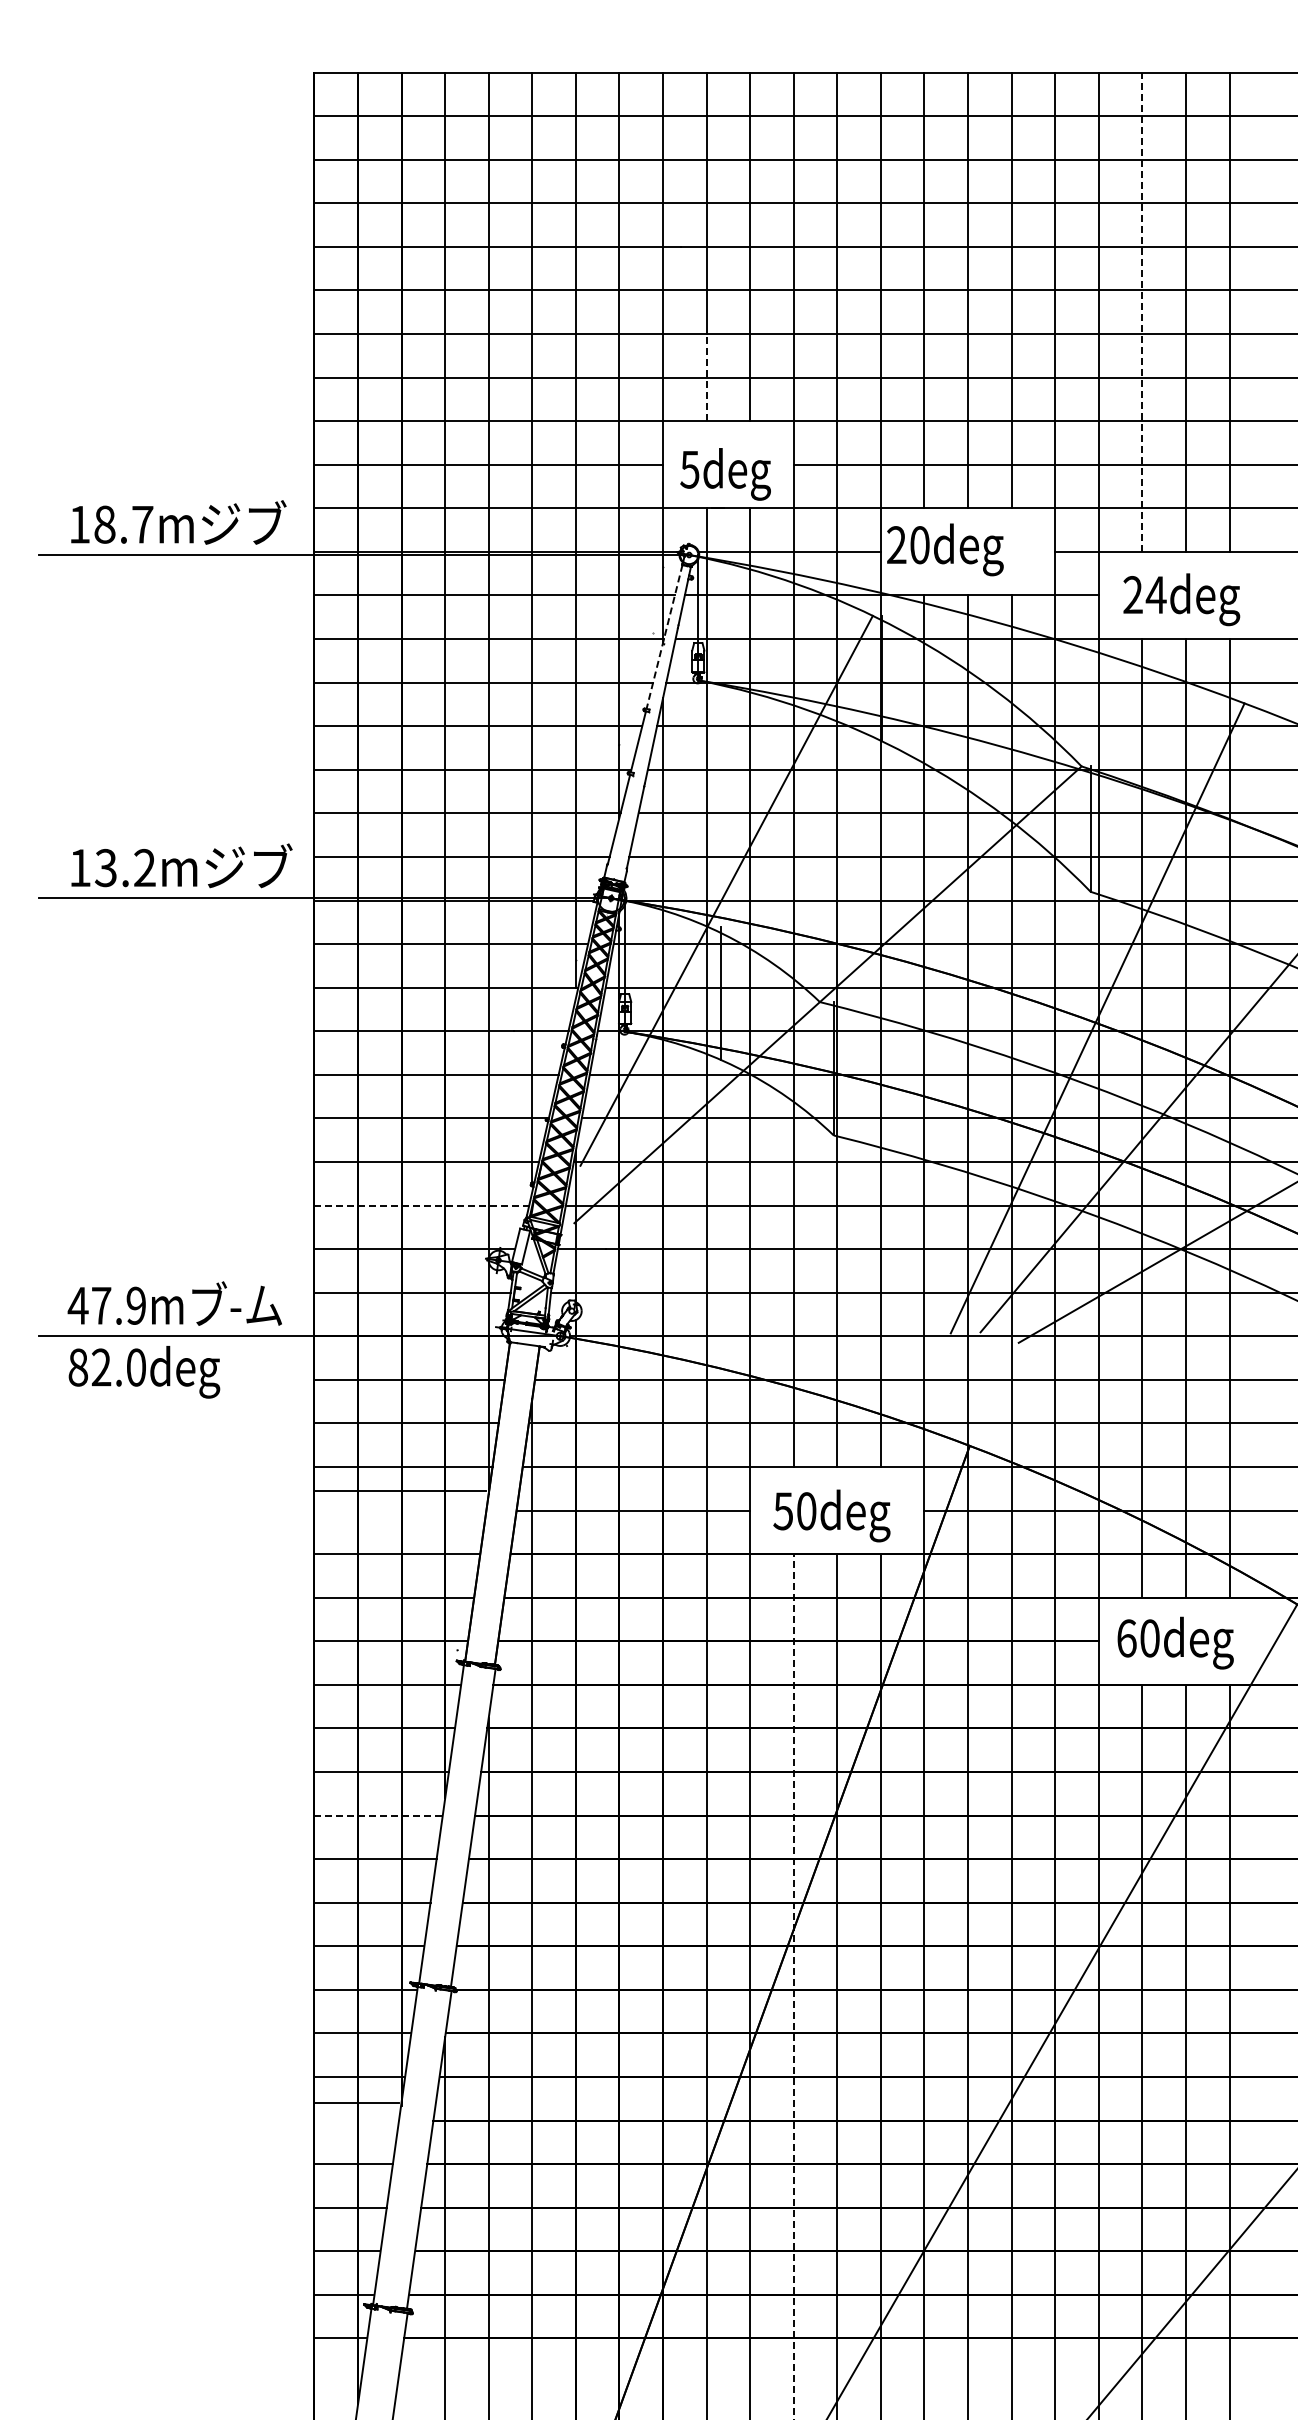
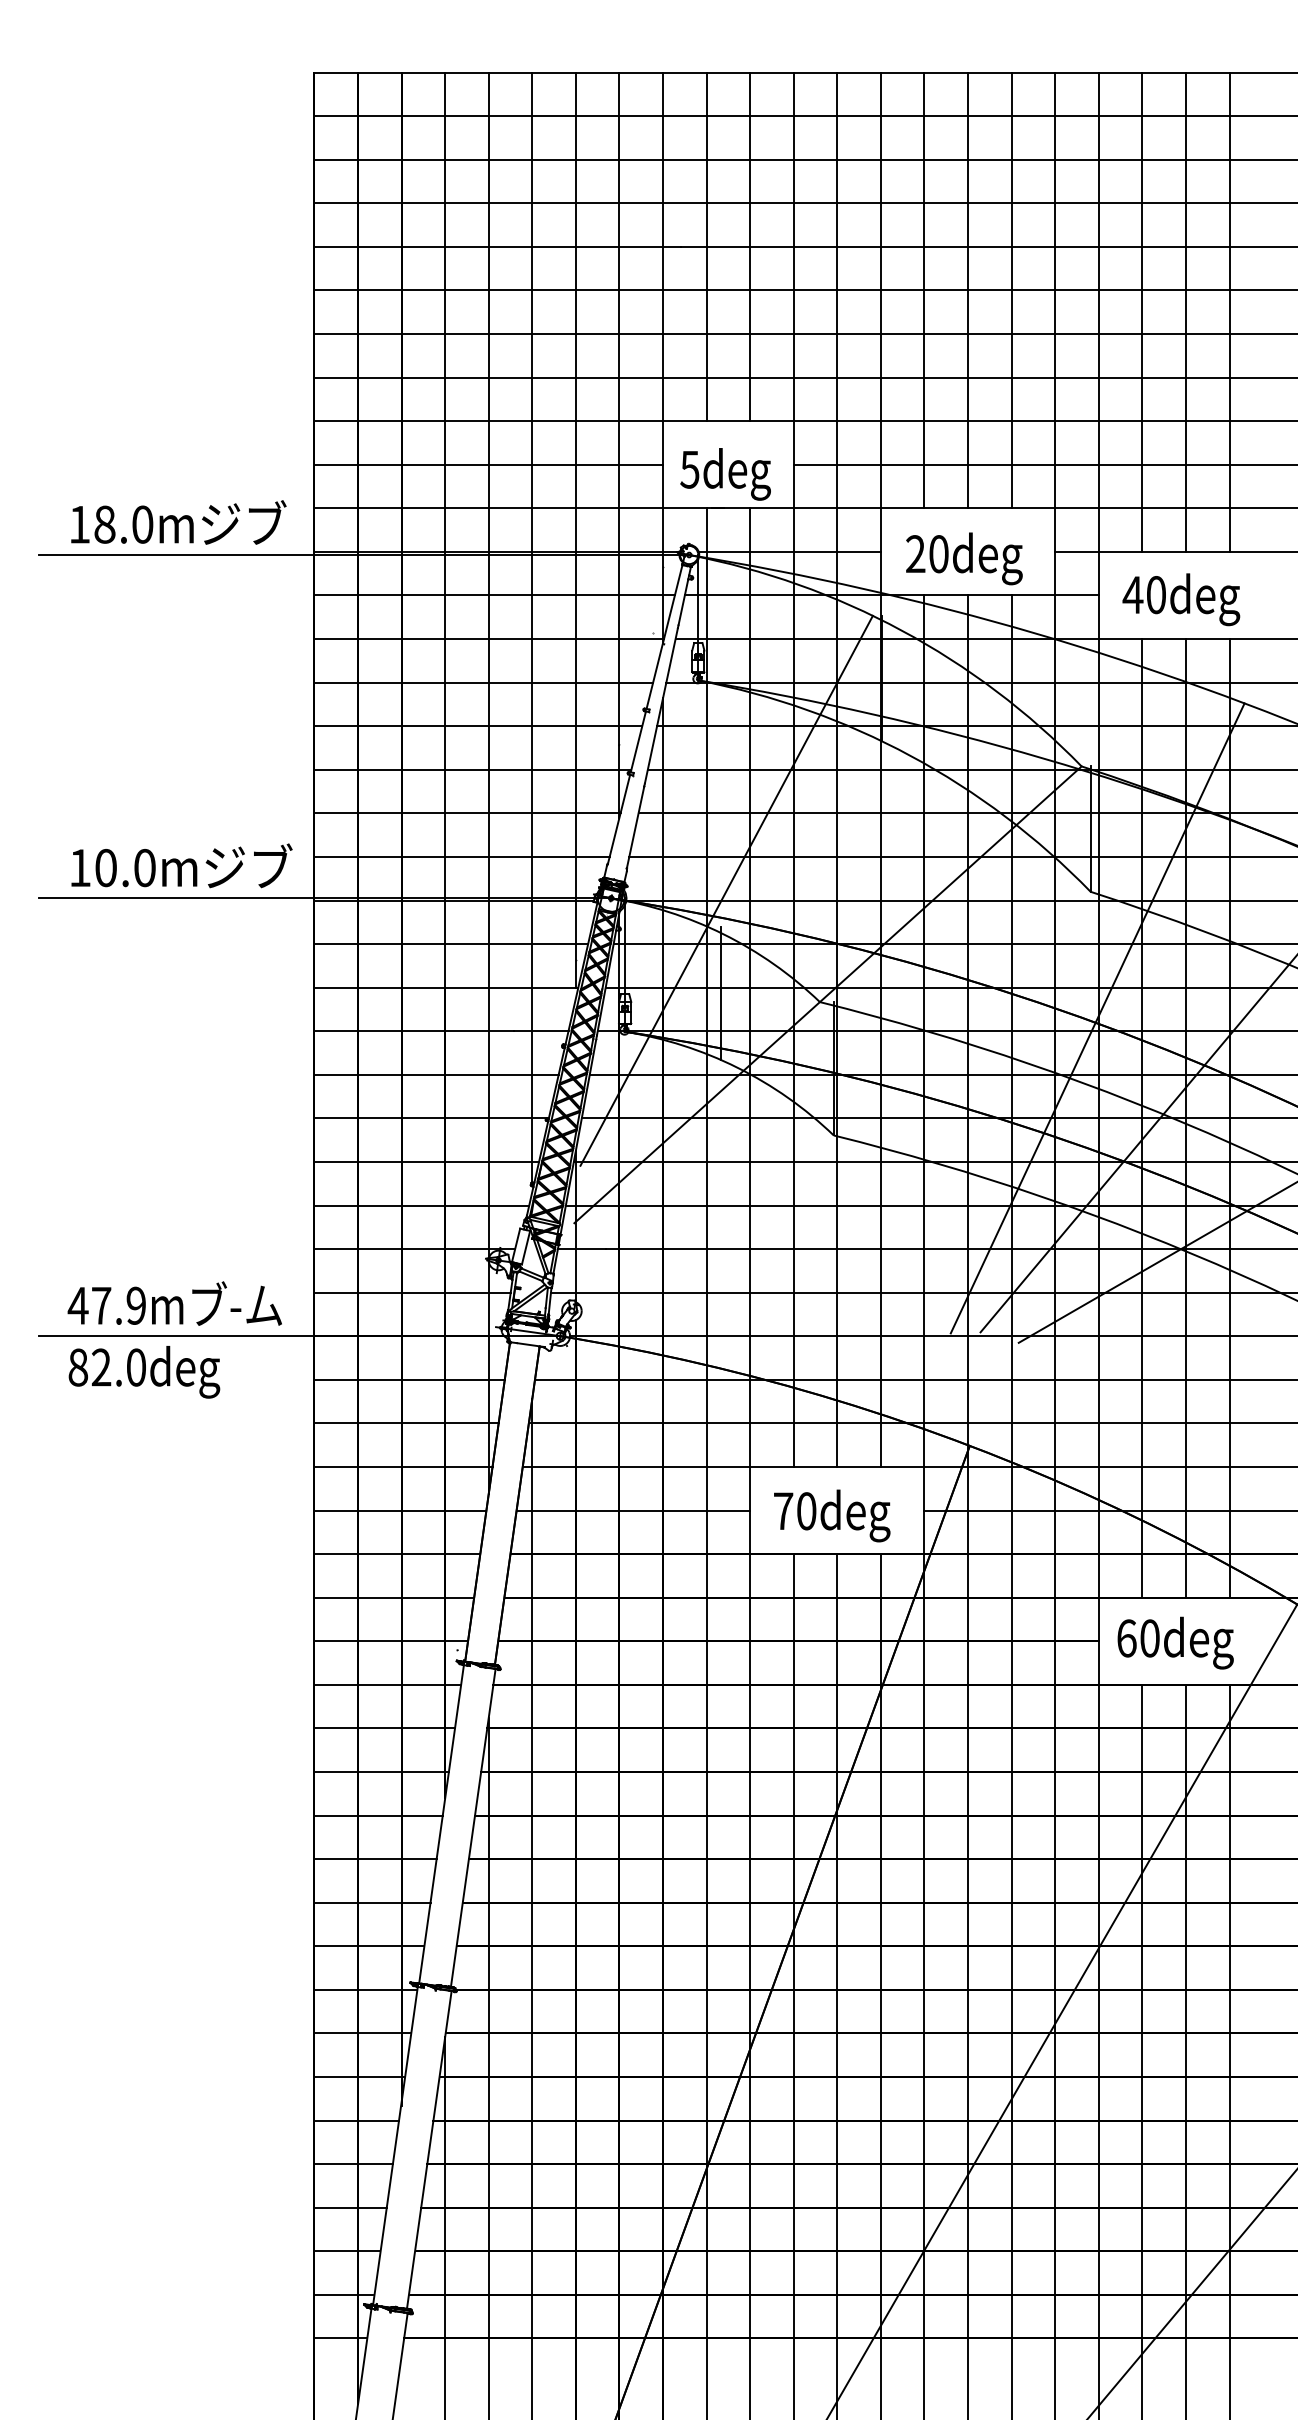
line at (1142, 312): dashed -> solid
line at (706, 377): dashed -> solid
text at (142, 524): 18.7m -> 18.0m
text at (945, 549) position: (945, 549) -> (964, 558)
text at (1144, 595): 24deg -> 40deg
line at (664, 637): dashed -> solid
text at (125, 868): 13.2m -> 10.0m
line at (422, 1205): dashed -> solid
line at (400, 1490) position: (400, 1490) -> (400, 1510)
text at (783, 1511): 50deg -> 70deg
line at (379, 1815): dashed -> solid
line at (793, 1986): dashed -> solid
line at (356, 2102) position: (356, 2102) -> (356, 2120)
